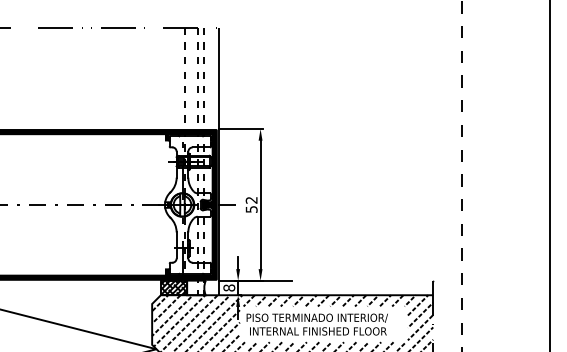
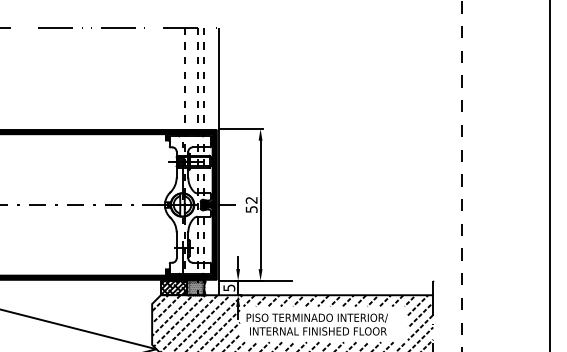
hatch at (196, 287): none -> present
text at (229, 287): 8 -> 5
